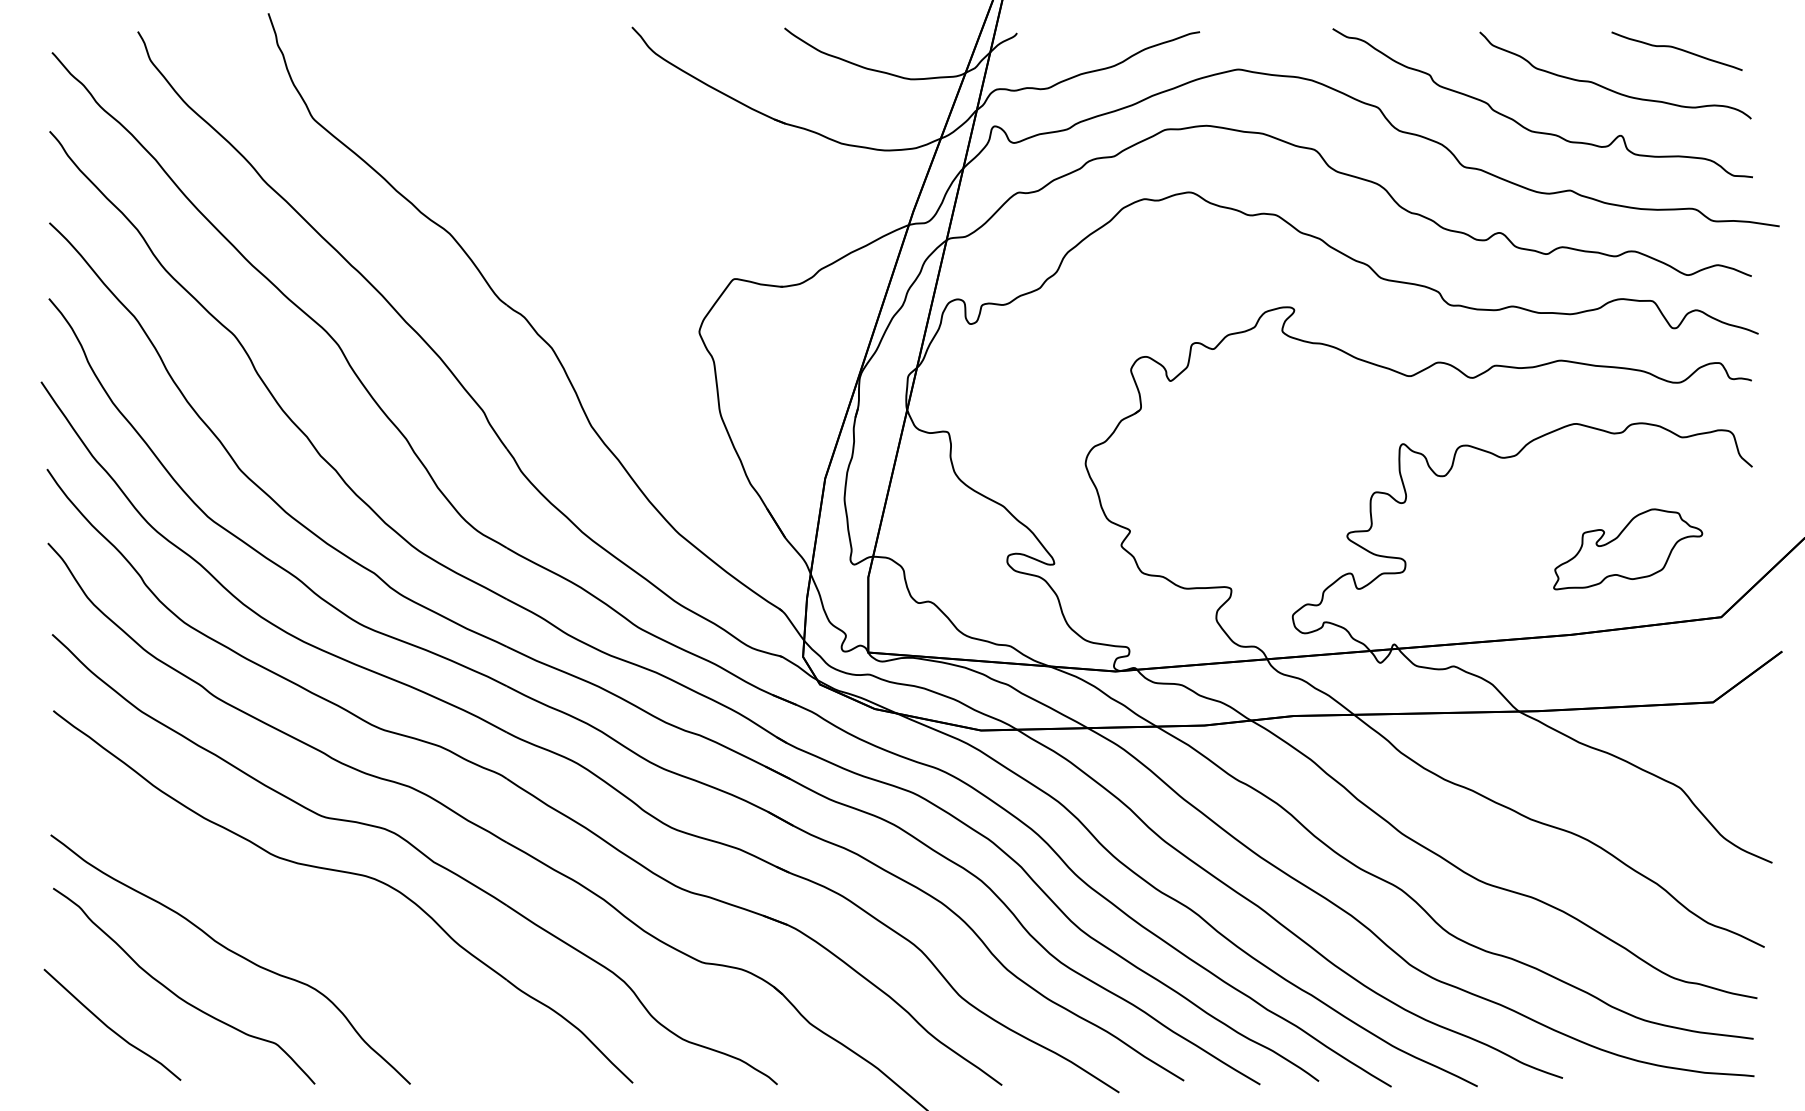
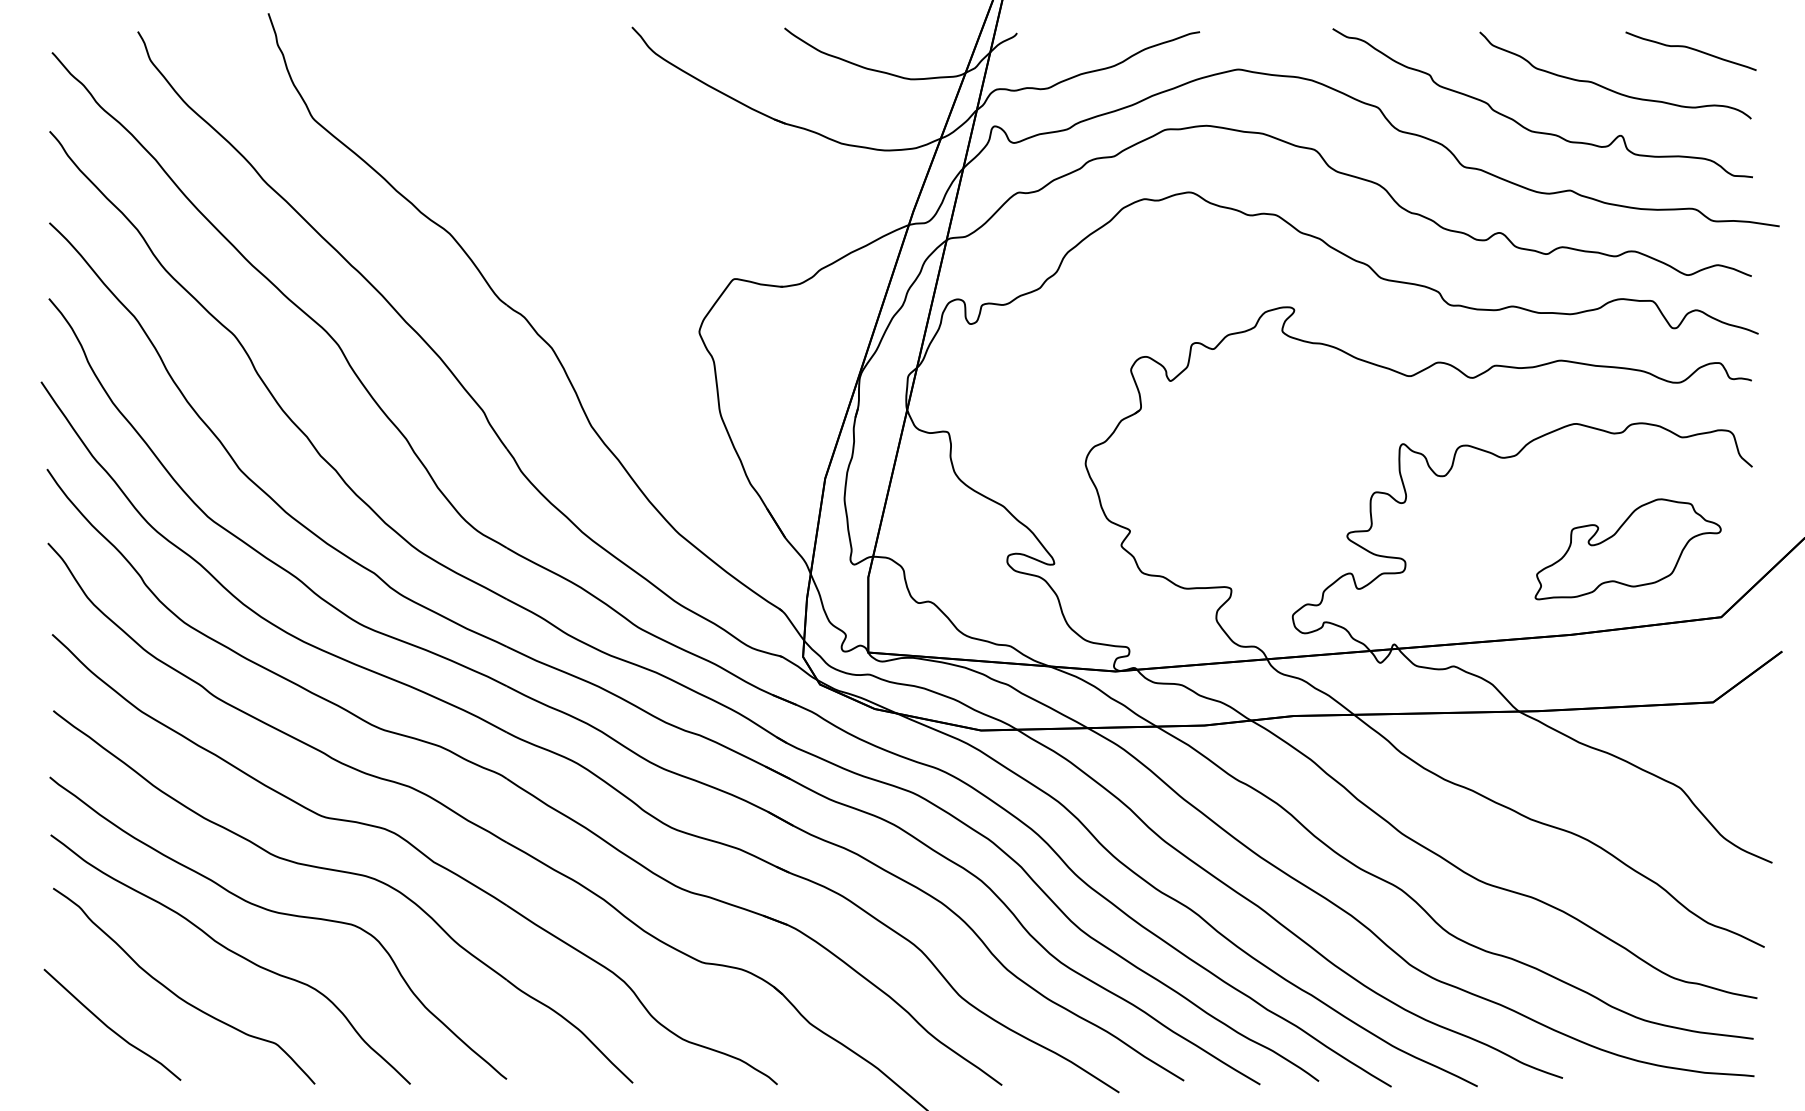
curve at (1676, 49) position: (1676, 49) -> (1690, 49)
part at (1628, 549) size: 151x83 px -> 188x103 px
curve at (280, 914): none -> present
